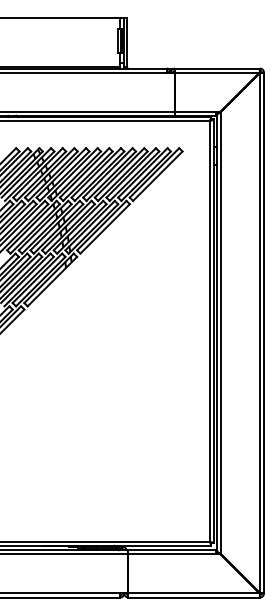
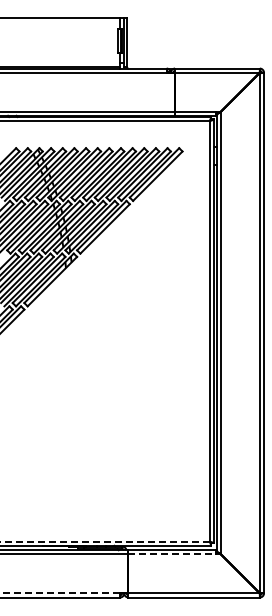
line at (104, 541): solid -> dashed
line at (172, 554): solid -> dashed
line at (60, 593): solid -> dashed
